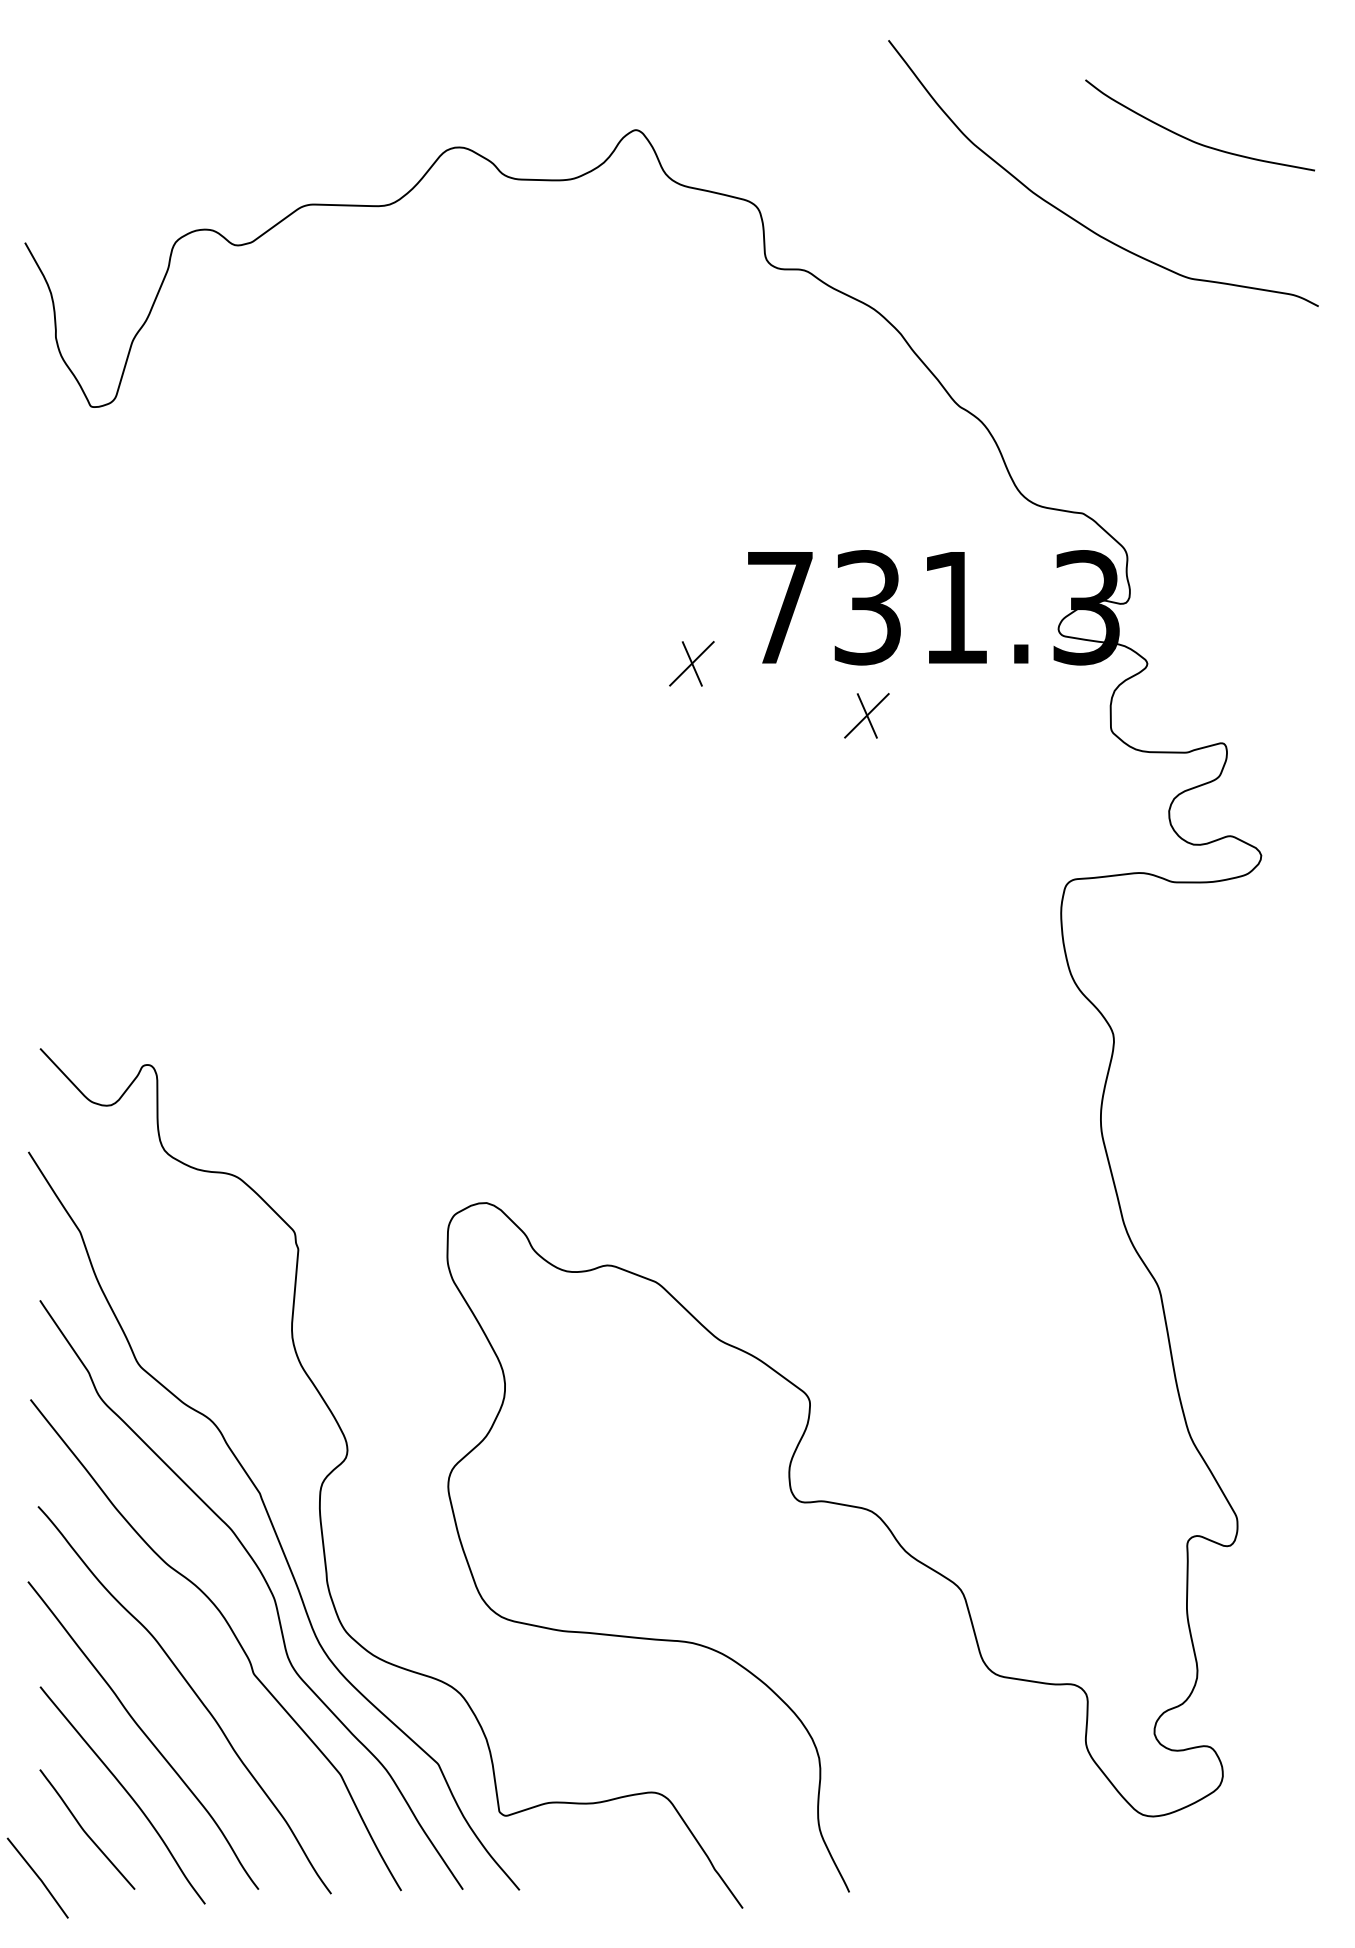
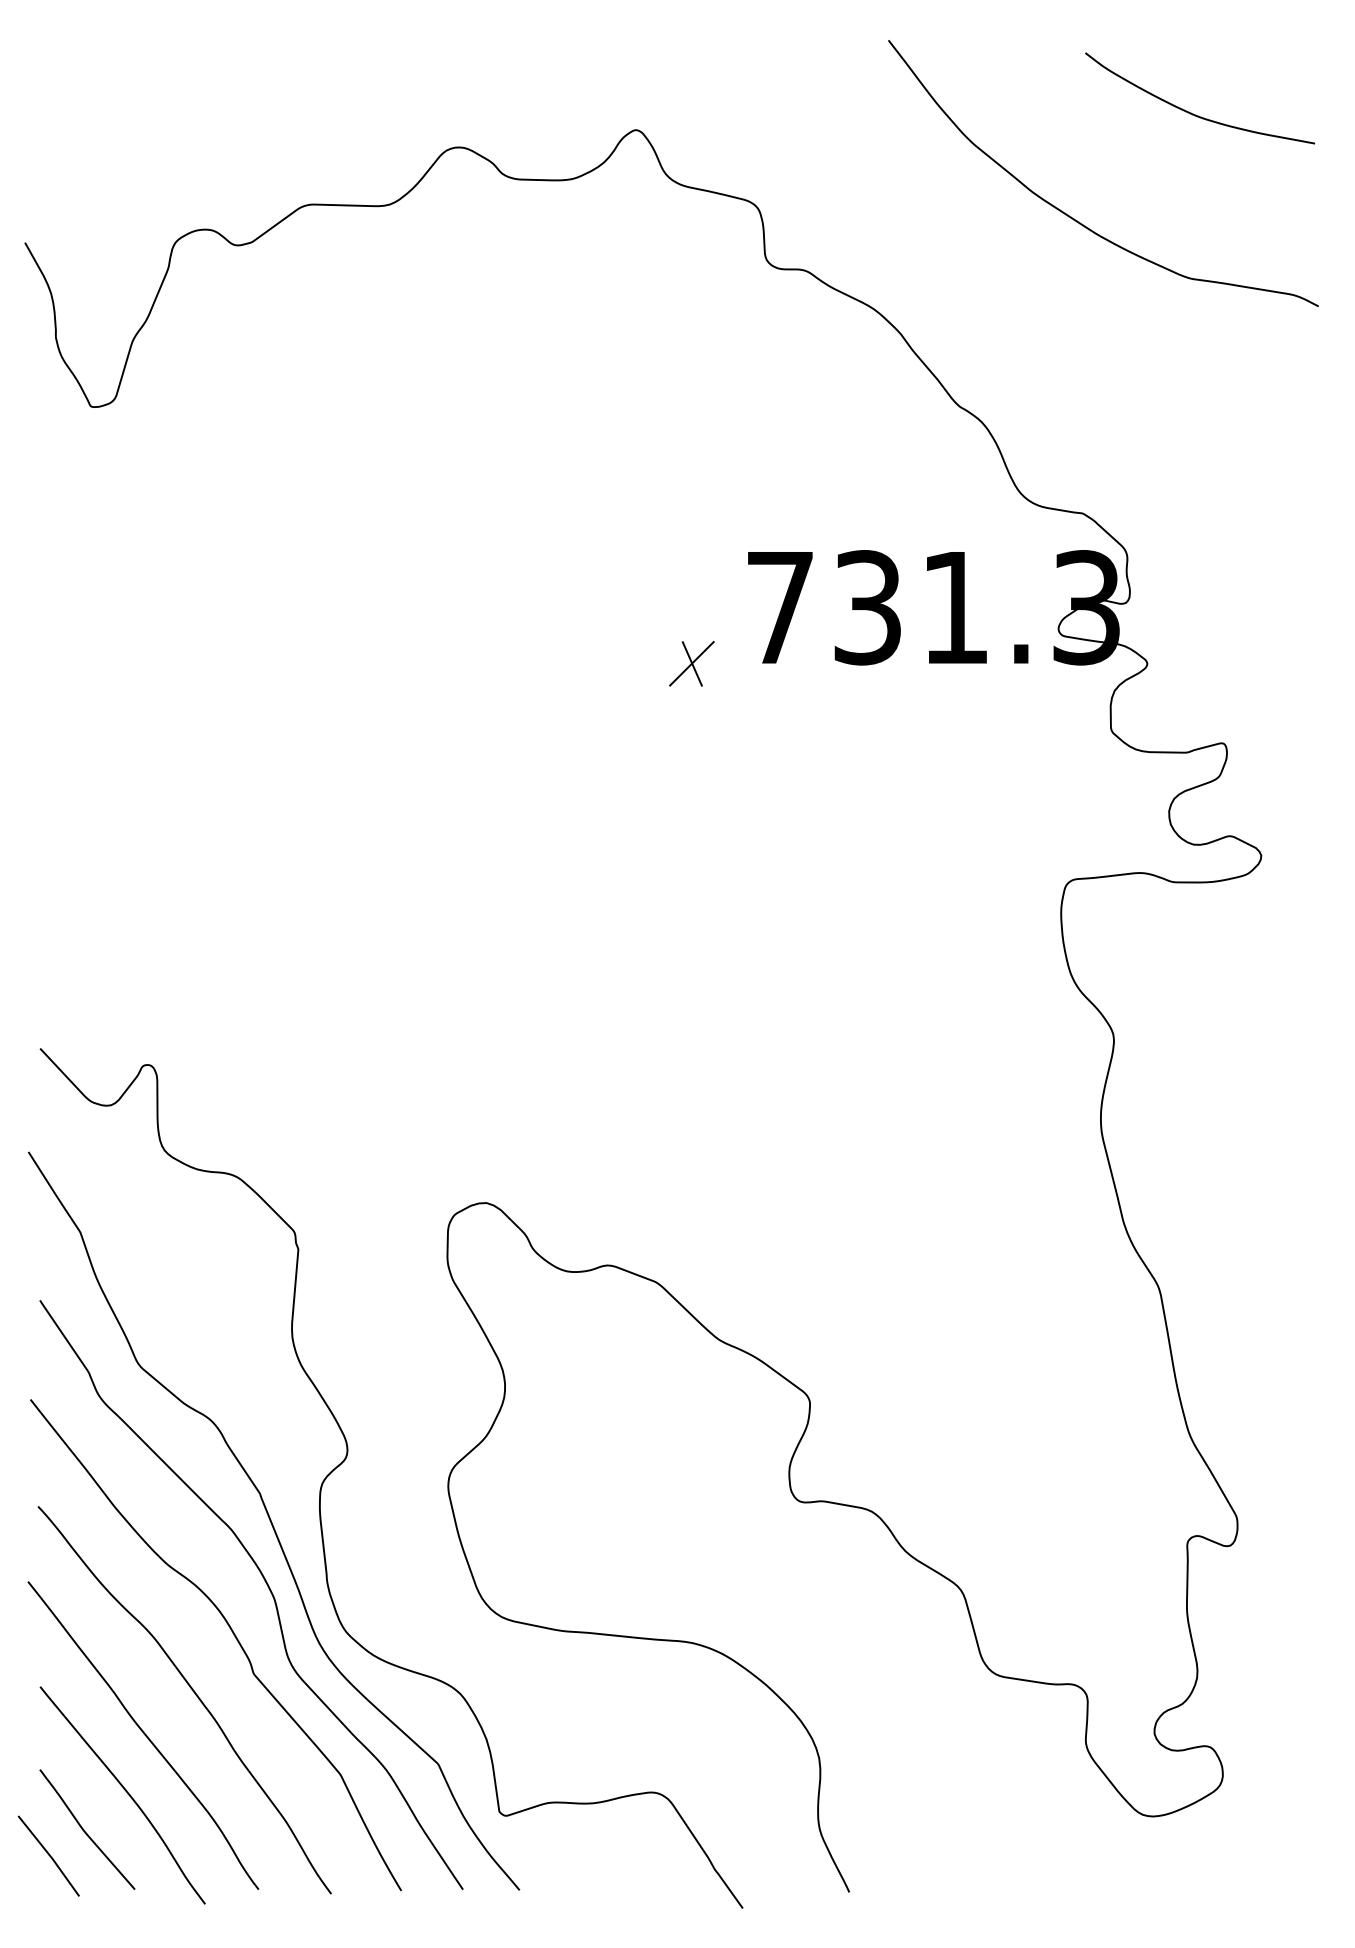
curve at (1191, 139) position: (1191, 139) -> (1191, 112)
part at (866, 715): present -> none
curve at (37, 1877) position: (37, 1877) -> (48, 1855)
